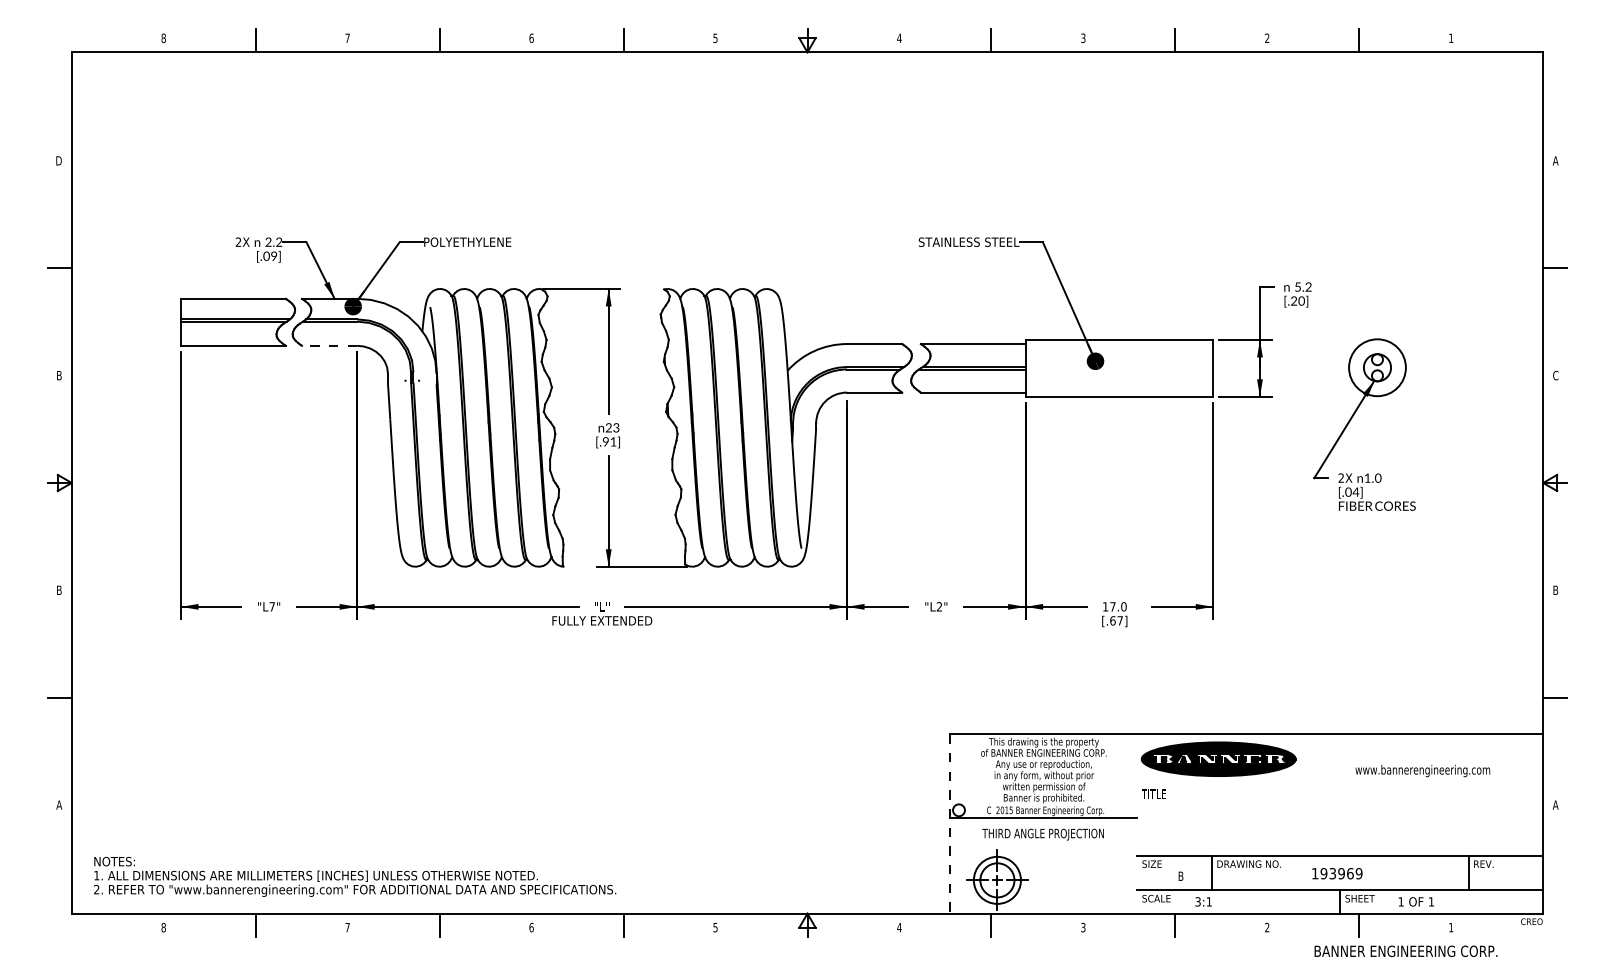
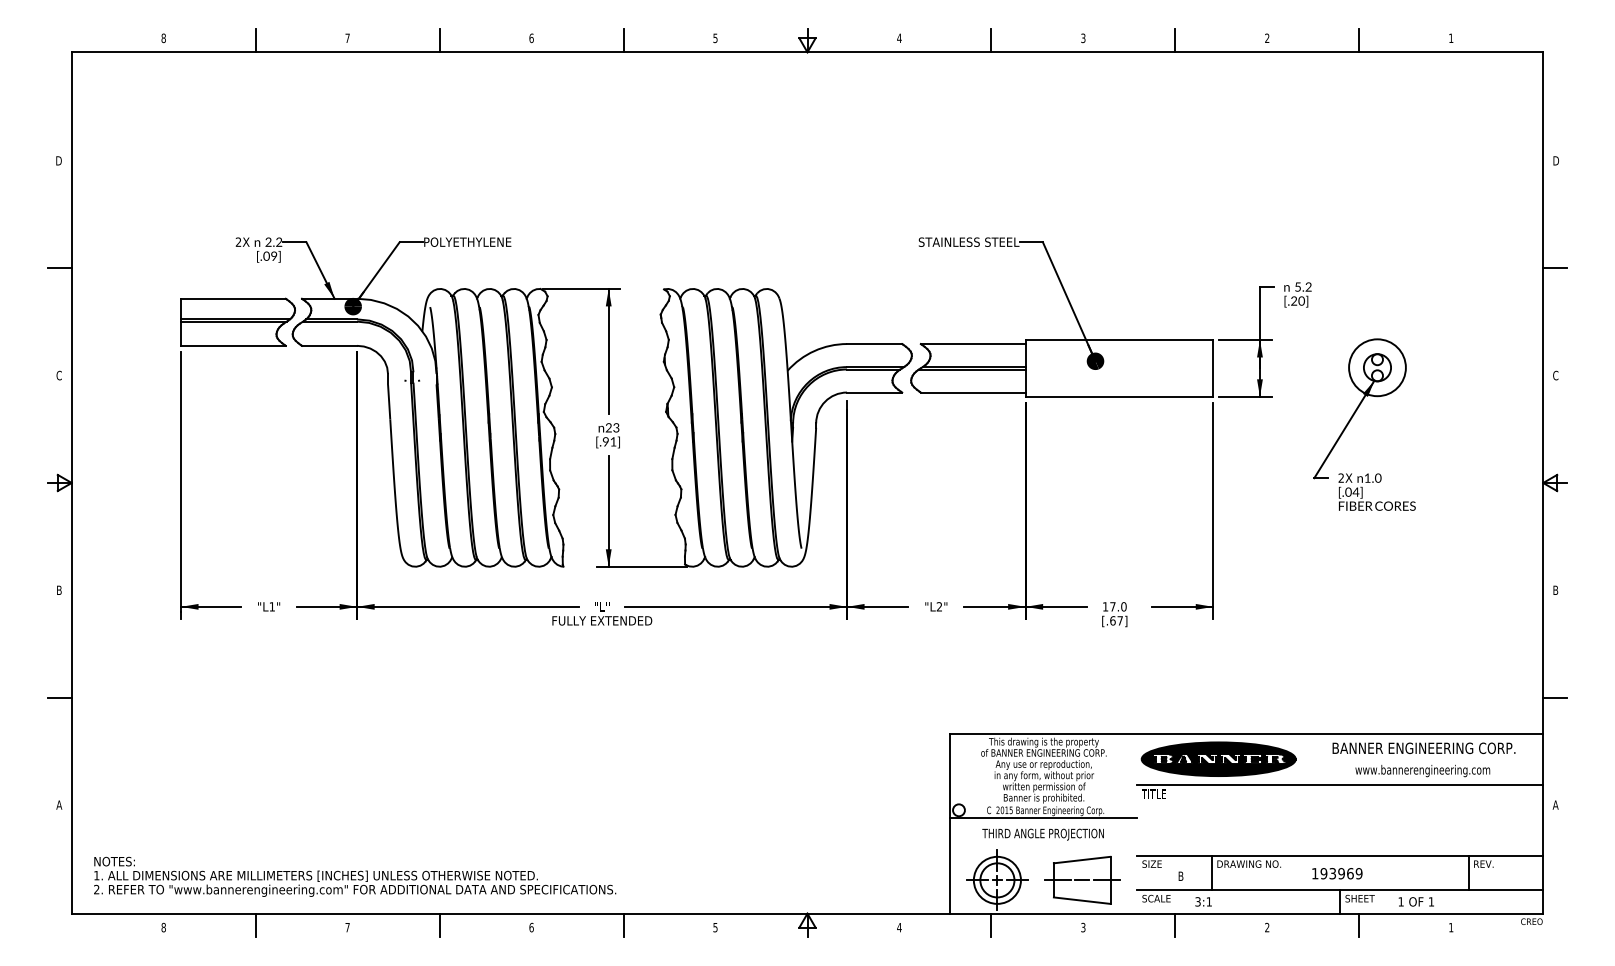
text at (1555, 160): A -> D
line at (329, 345): dashed -> solid
text at (58, 375): B -> C
text at (271, 606): "L7" -> "L1"
line at (1340, 784): none -> present
line at (950, 824): dashed -> solid
part at (1082, 879): none -> present
text at (1405, 951) position: (1405, 951) -> (1423, 748)
